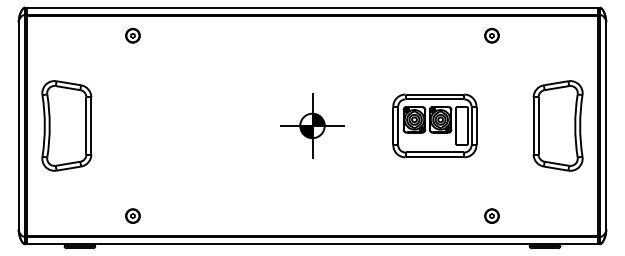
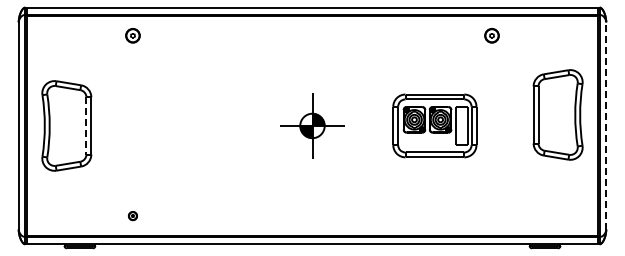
line at (86, 125): solid -> dashed
part at (557, 125) position: (557, 125) -> (557, 114)
line at (606, 125): solid -> dashed
part at (132, 215) size: 16x16 px -> 10x11 px
part at (491, 215): present -> none
